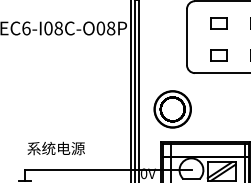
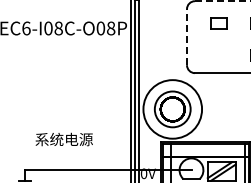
line at (222, 1): solid -> dashed
line at (187, 36): solid -> dashed
part at (218, 55): present -> none
circle at (172, 109) diameter: 37 px -> 59 px
text at (55, 148) position: (55, 148) -> (63, 139)
